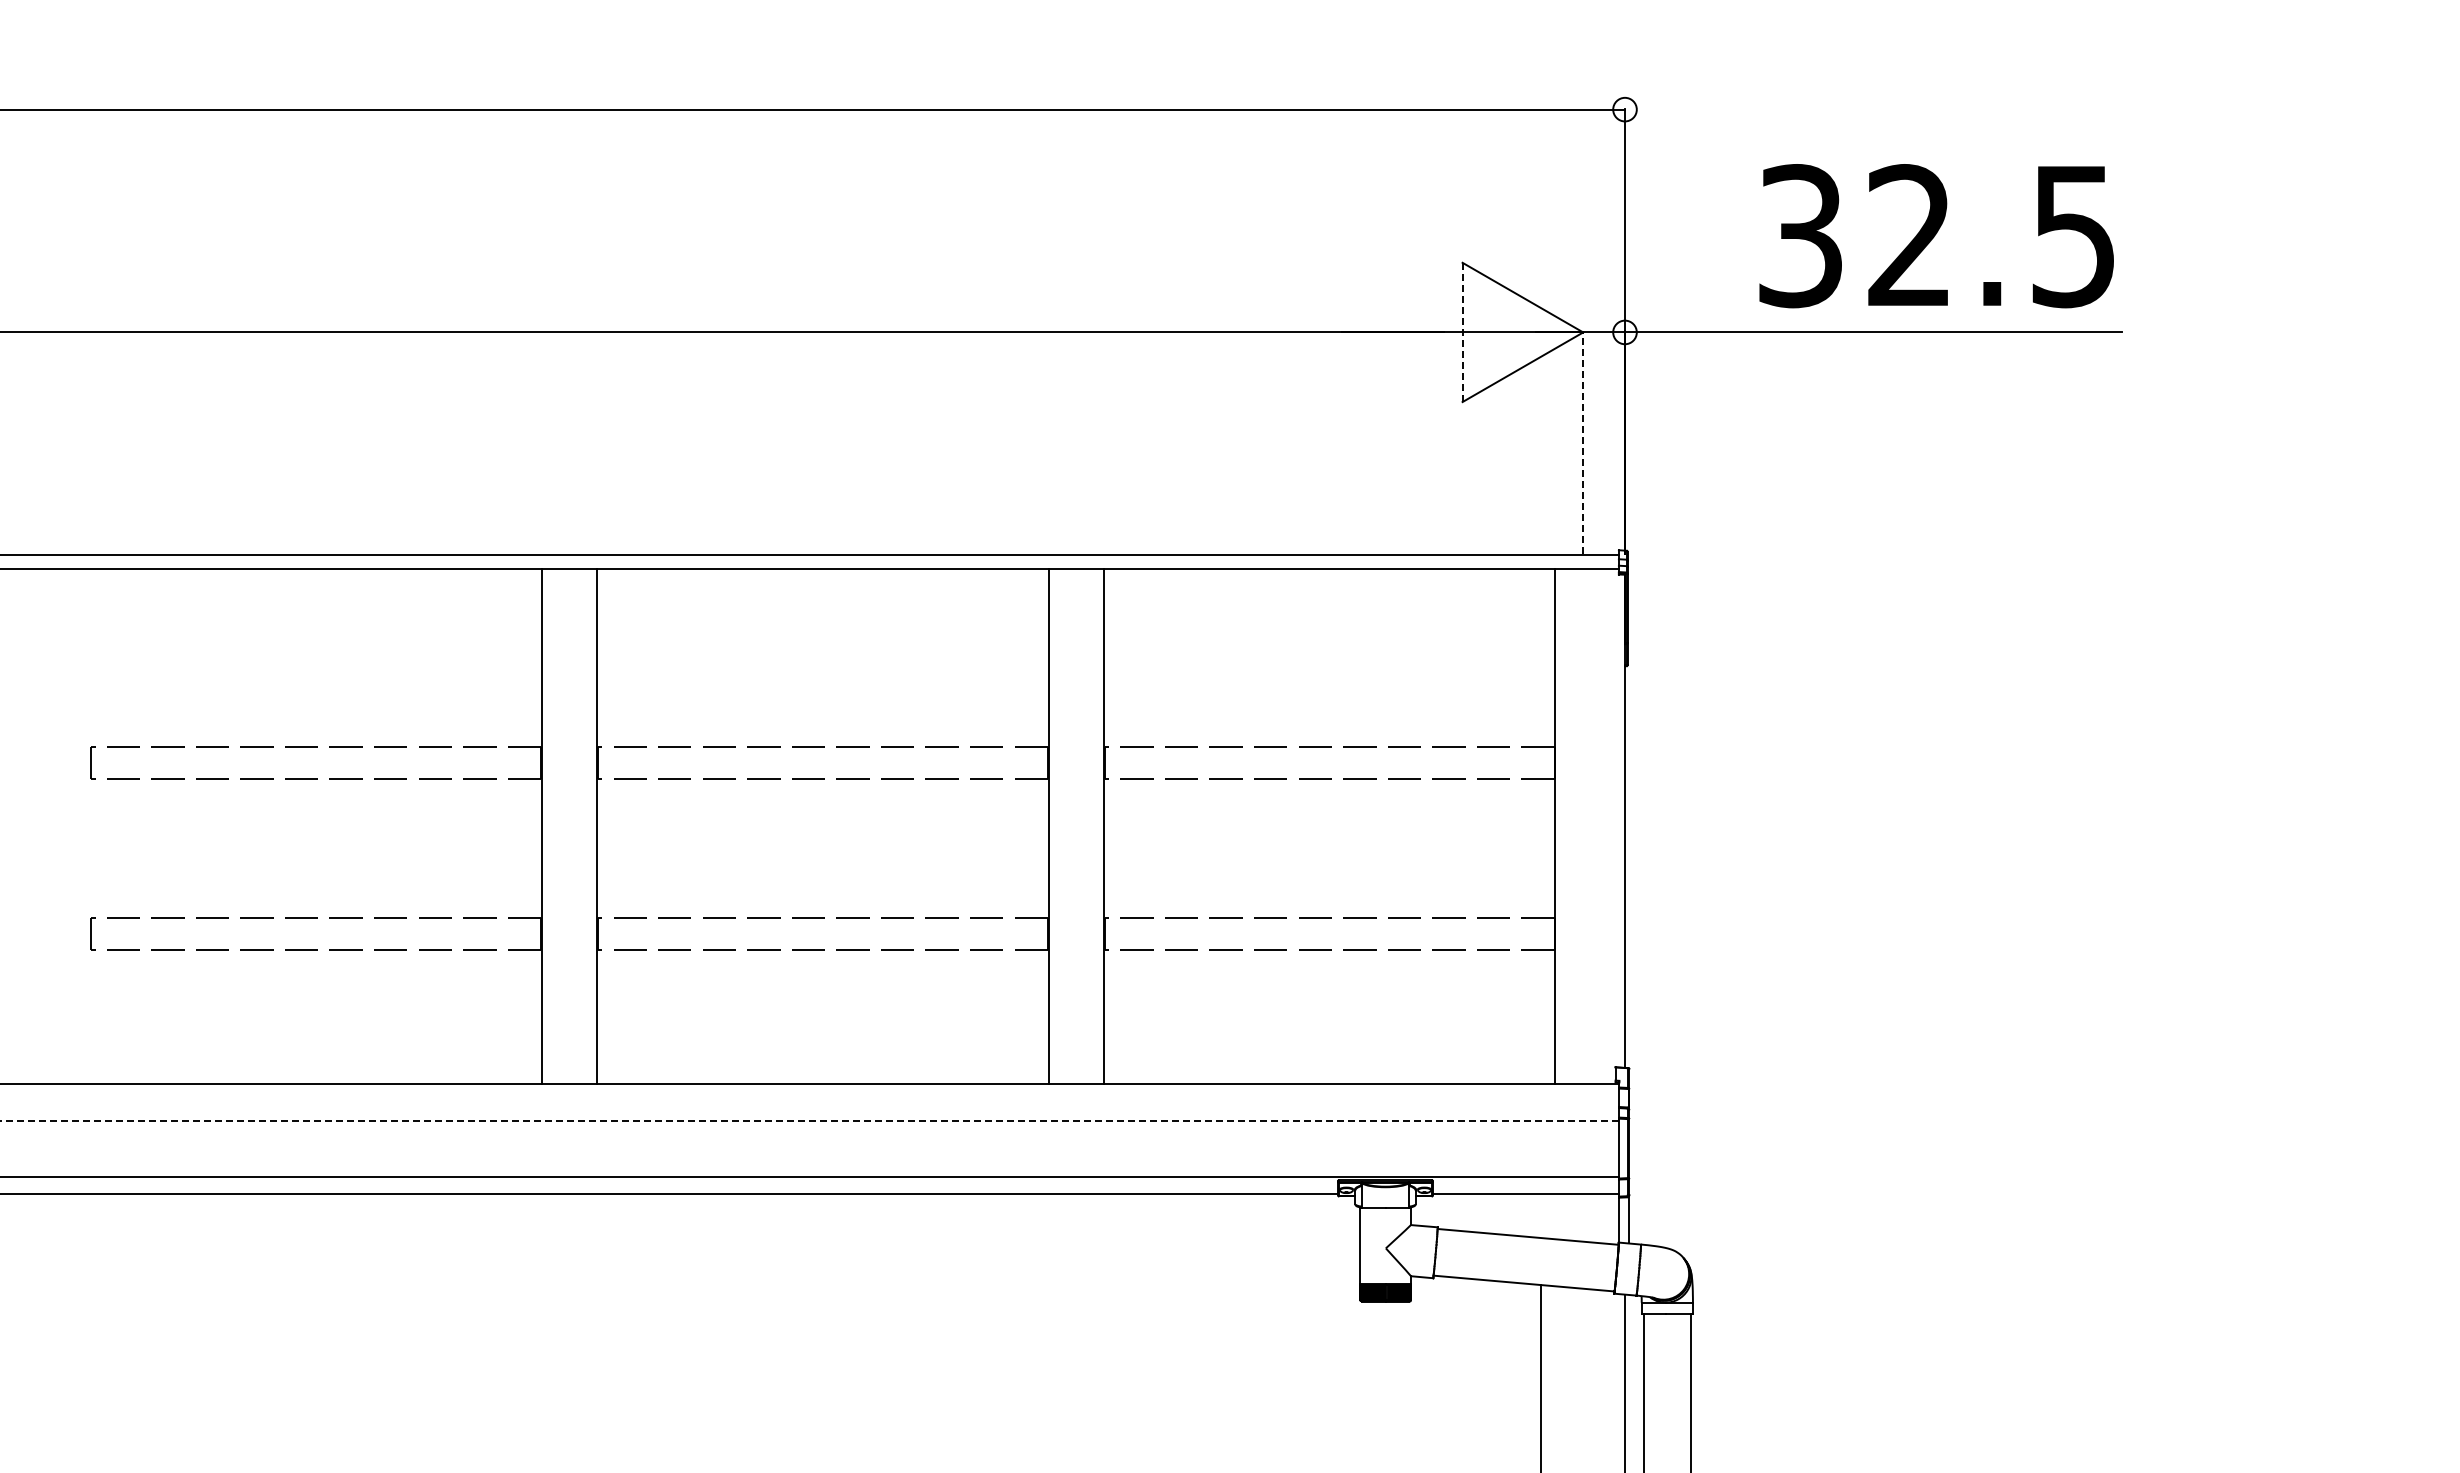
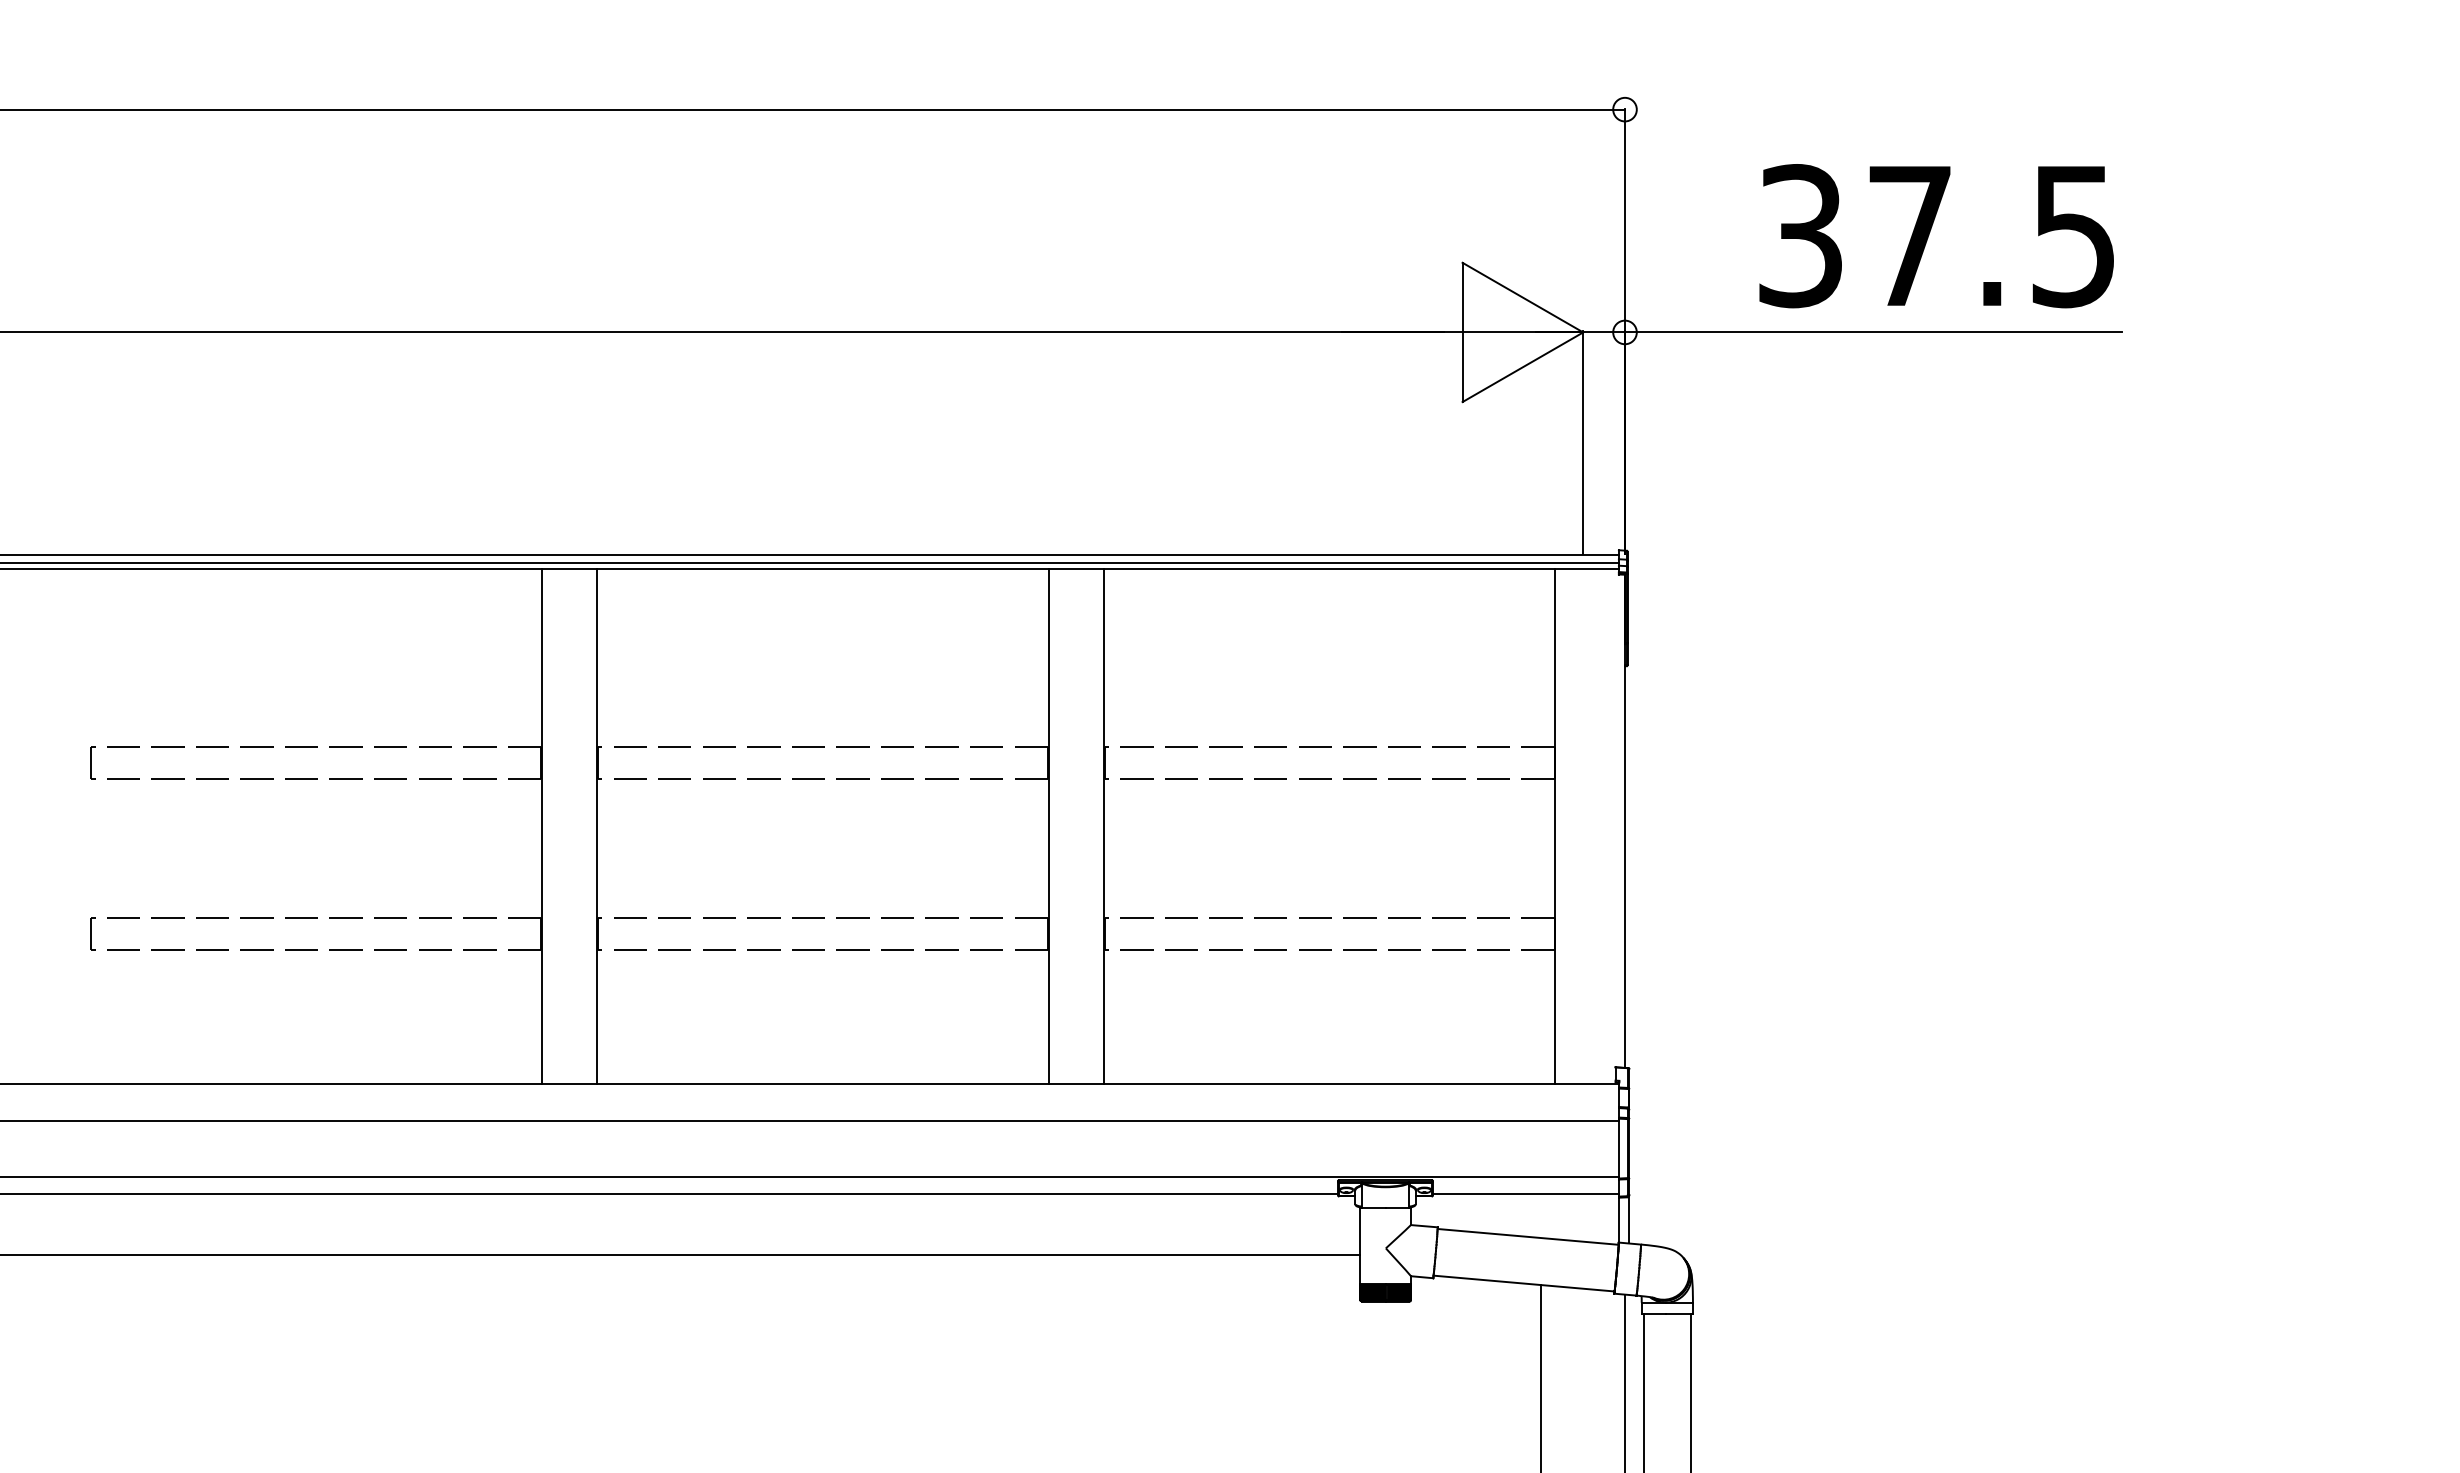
text at (1909, 234): 32.5 -> 37.5
line at (1462, 332): dashed -> solid
line at (1583, 442): dashed -> solid
line at (810, 562): none -> present
line at (809, 1121): dashed -> solid
line at (680, 1255): none -> present
